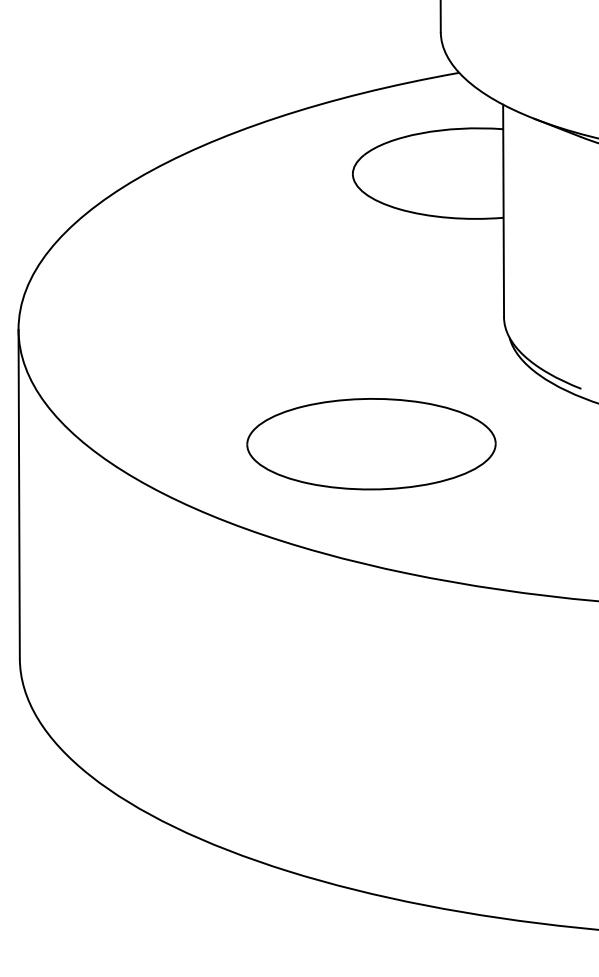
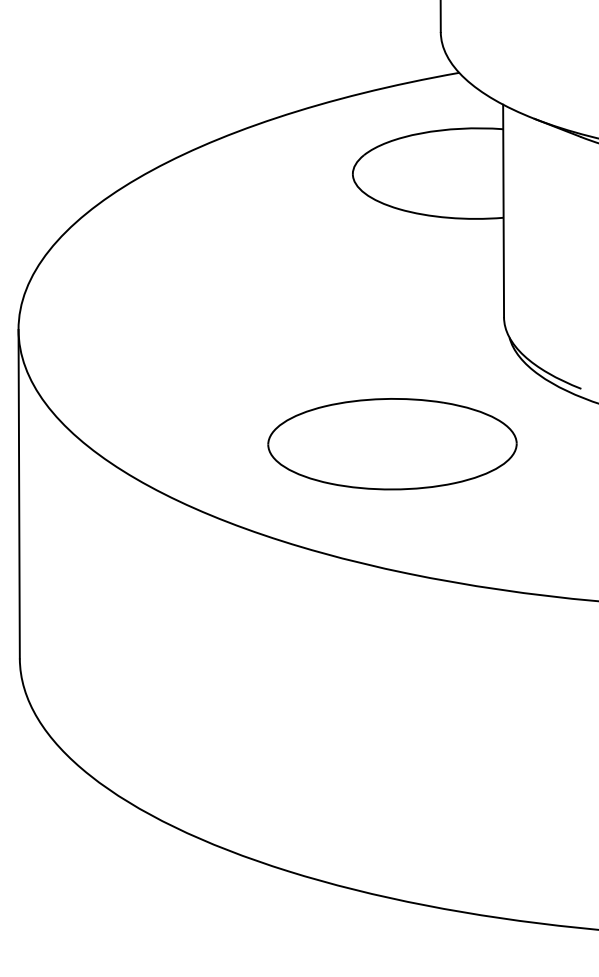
part at (371, 444) position: (371, 444) -> (392, 444)
